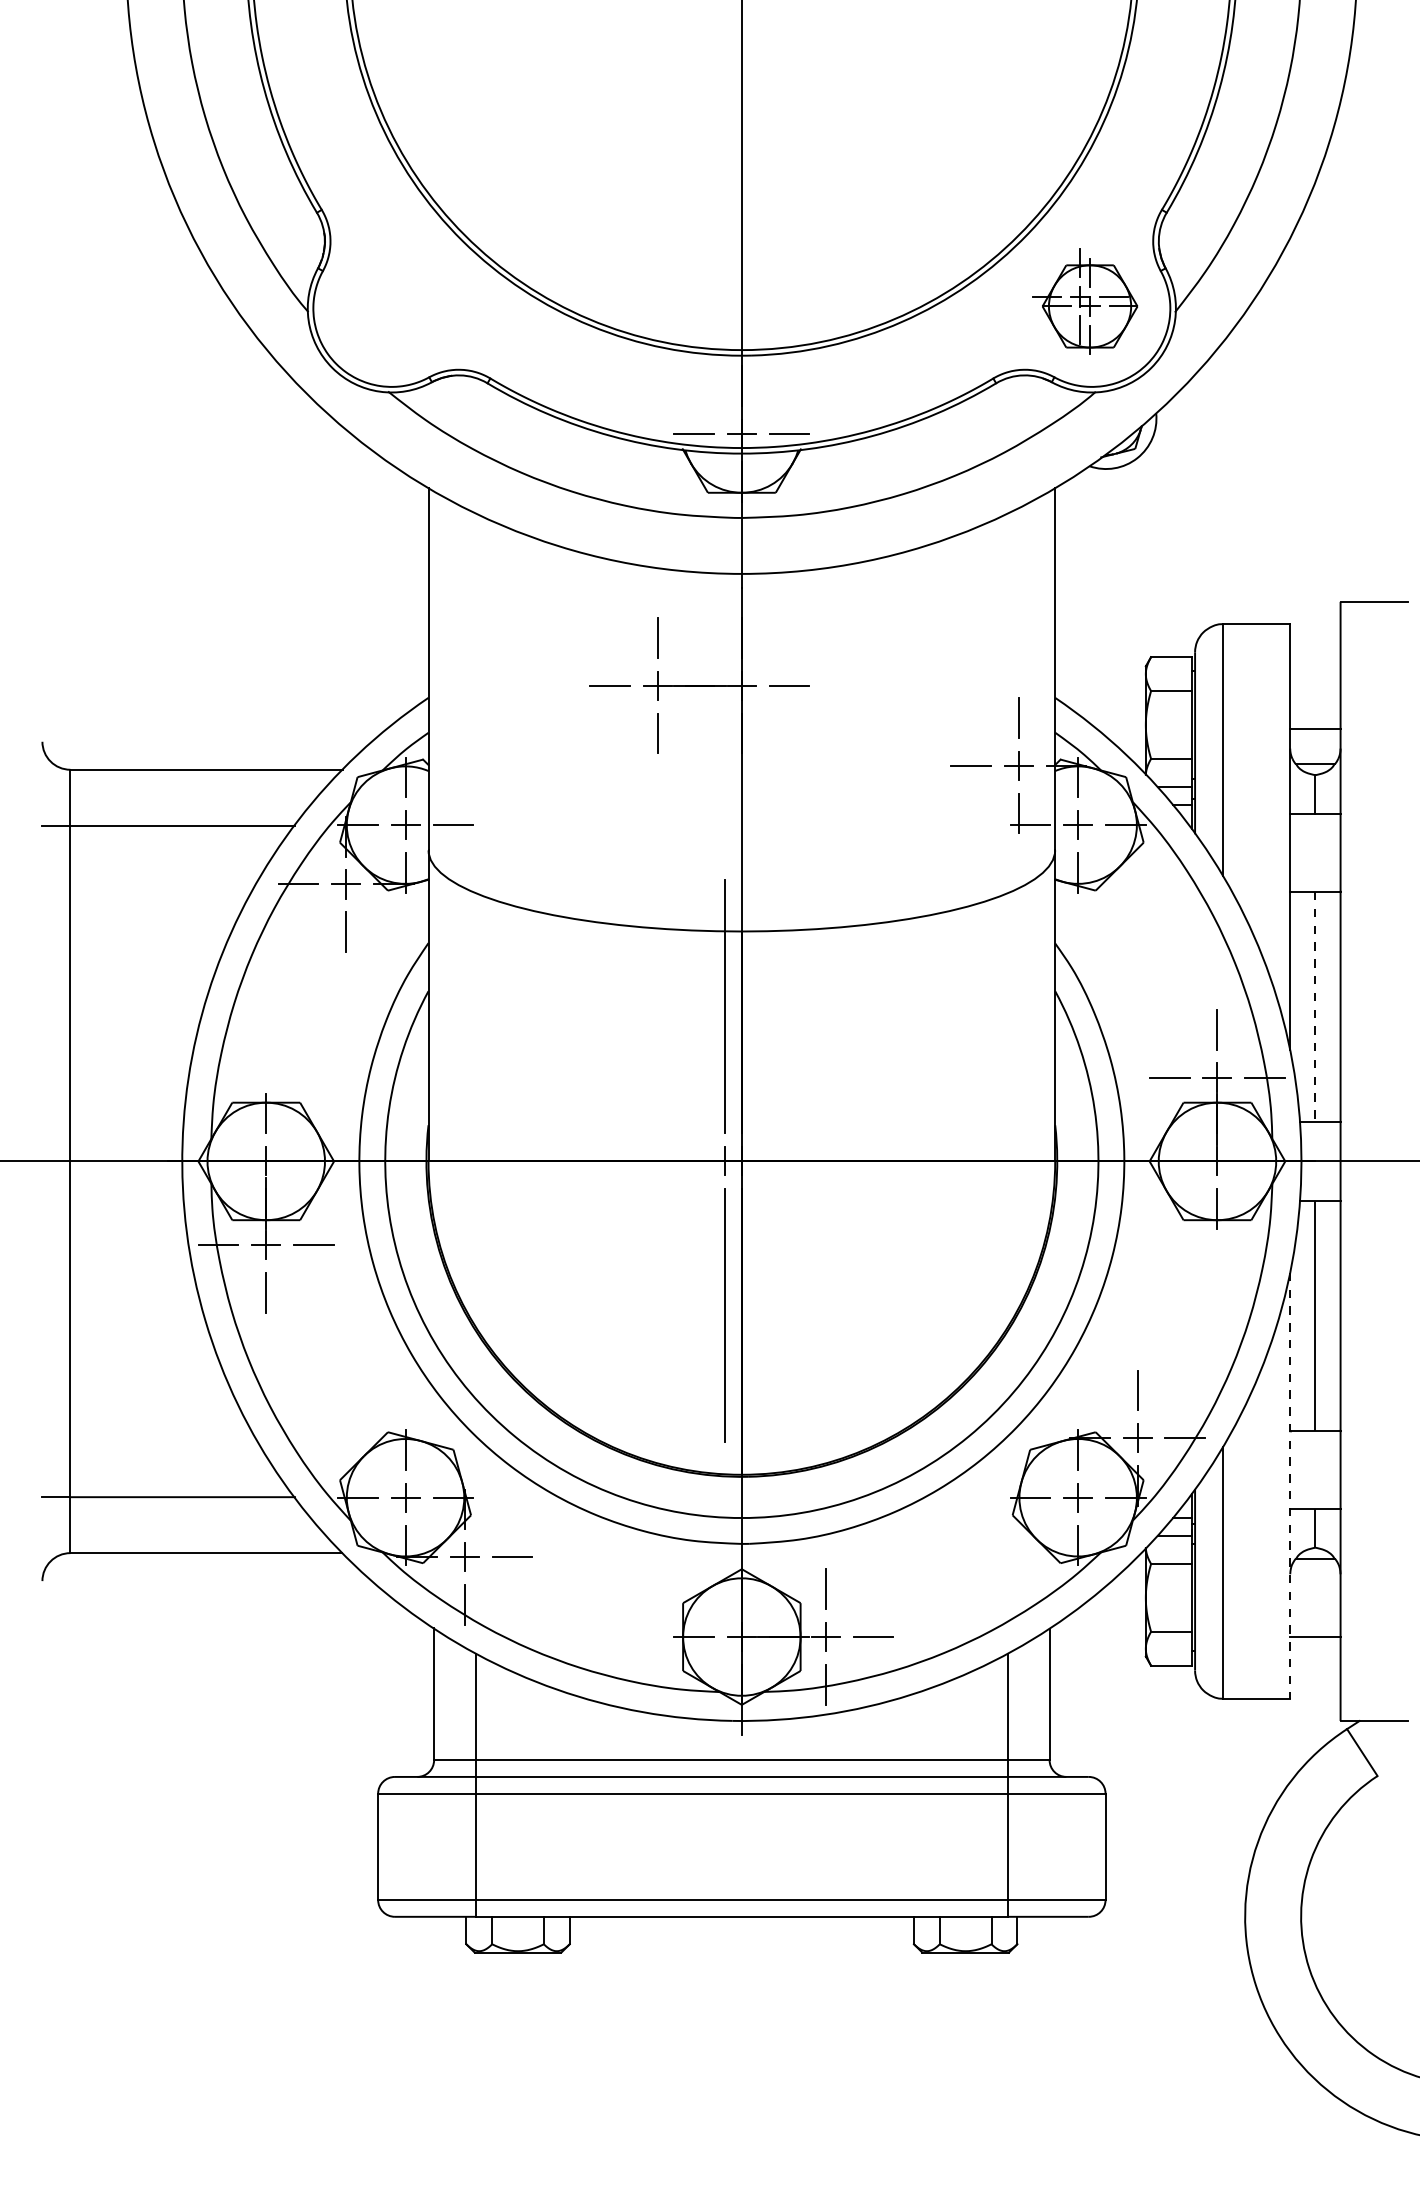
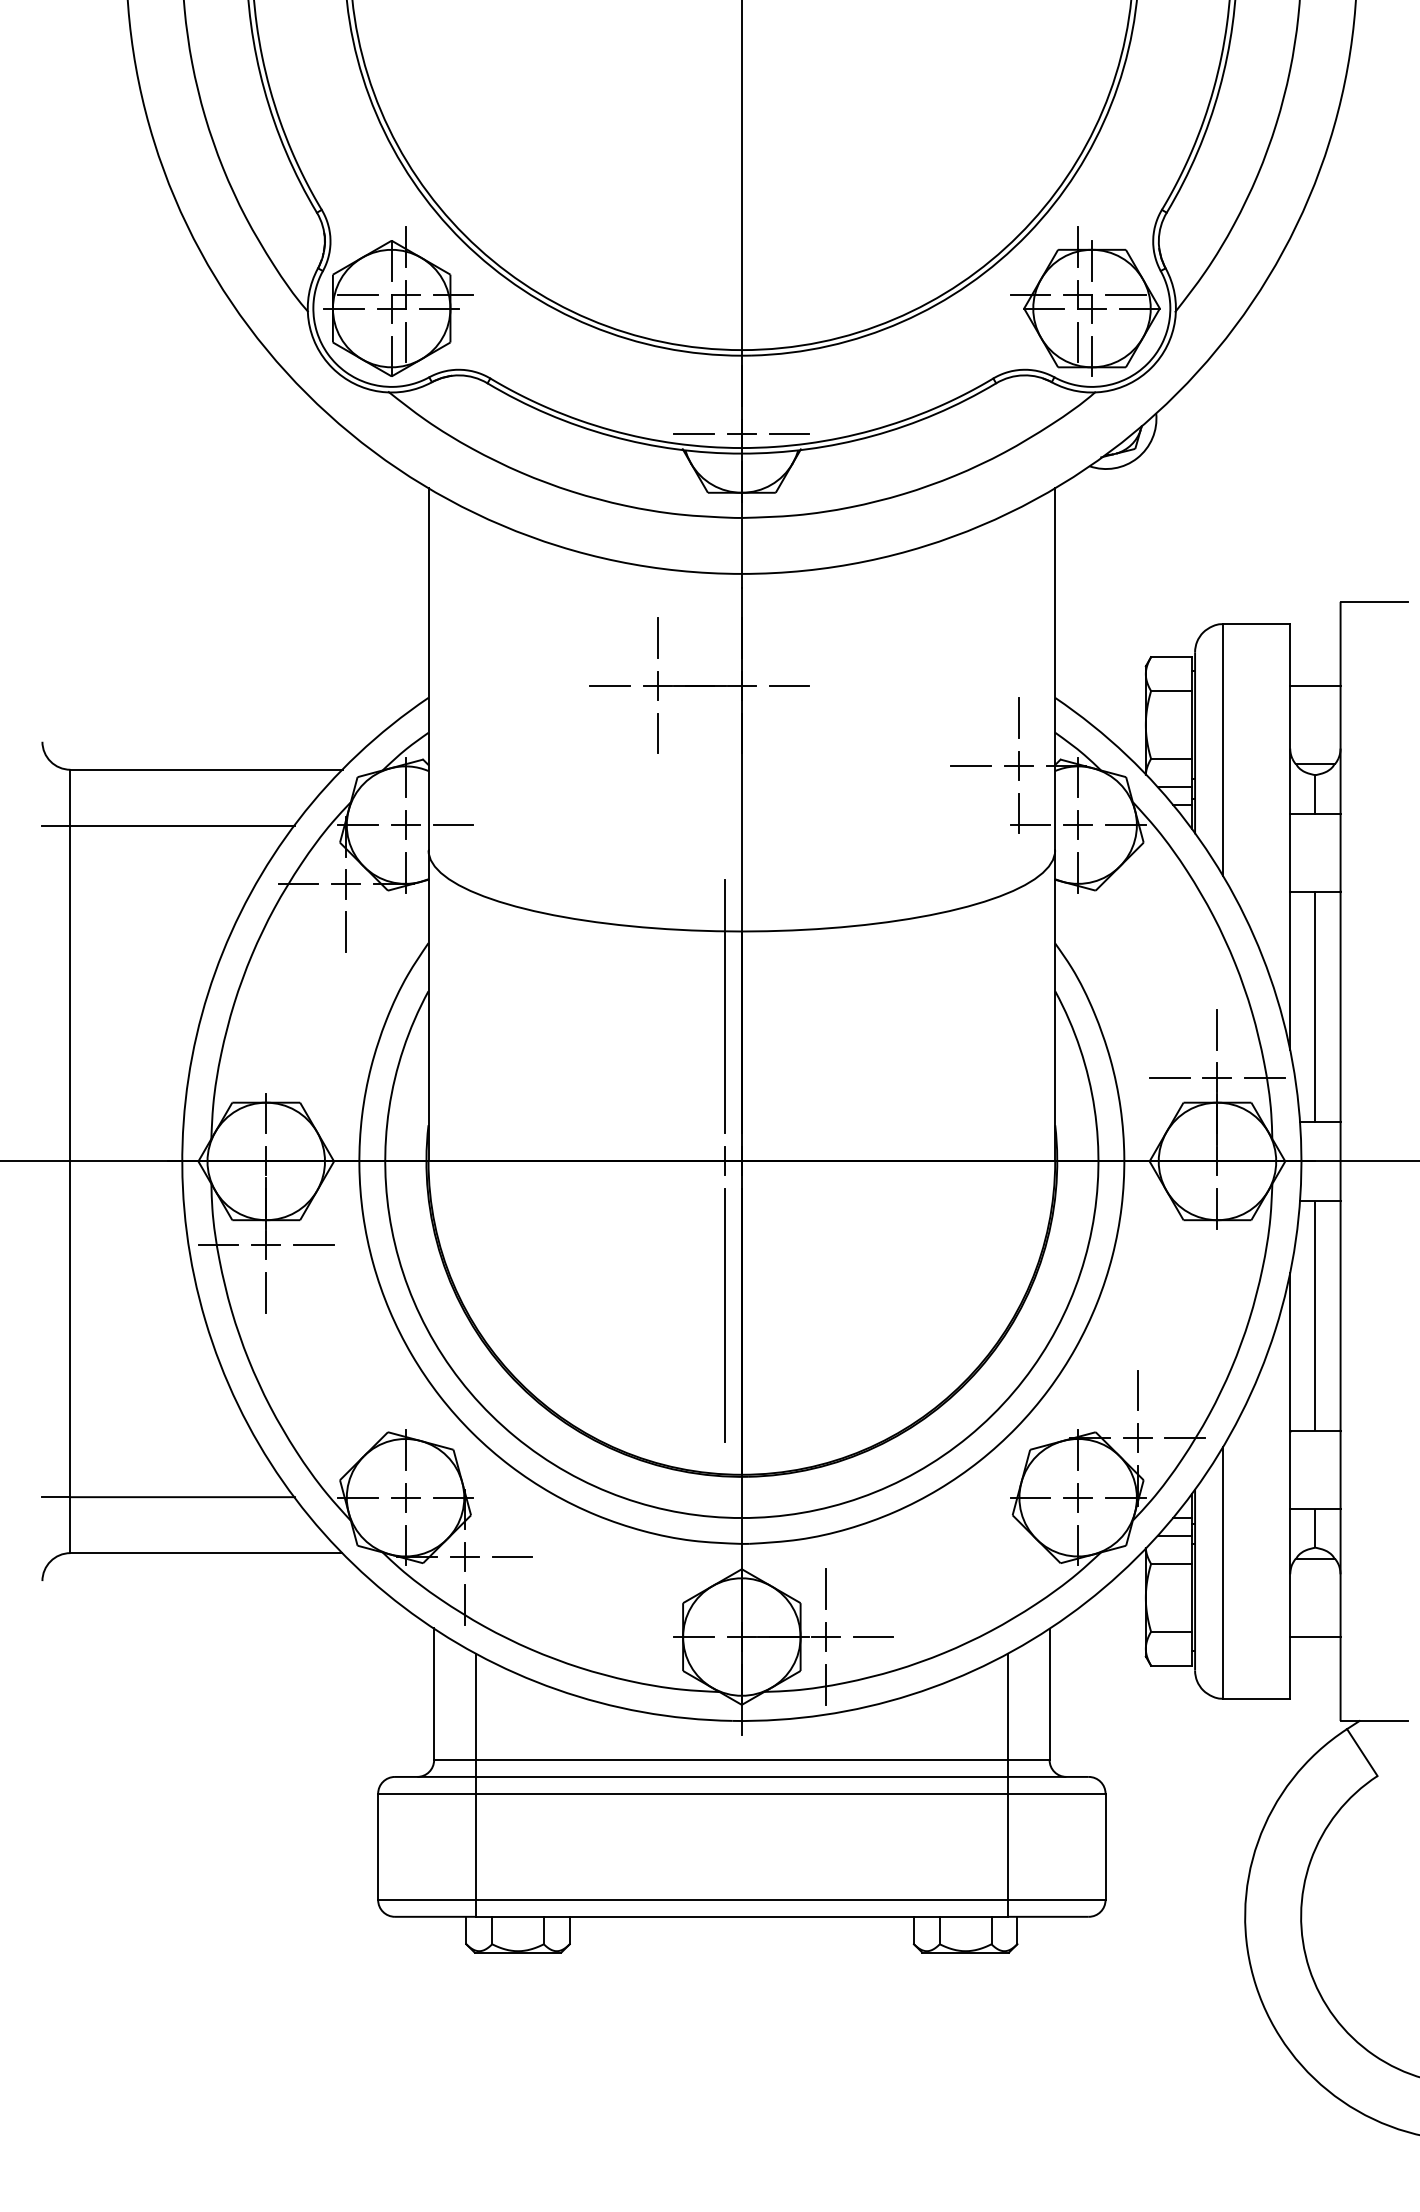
part at (398, 301): none -> present
part at (1085, 301) size: 107x107 px -> 151x151 px
line at (1315, 728) position: (1315, 728) -> (1315, 685)
line at (1315, 1007): dashed -> solid
line at (1290, 1485): dashed -> solid
